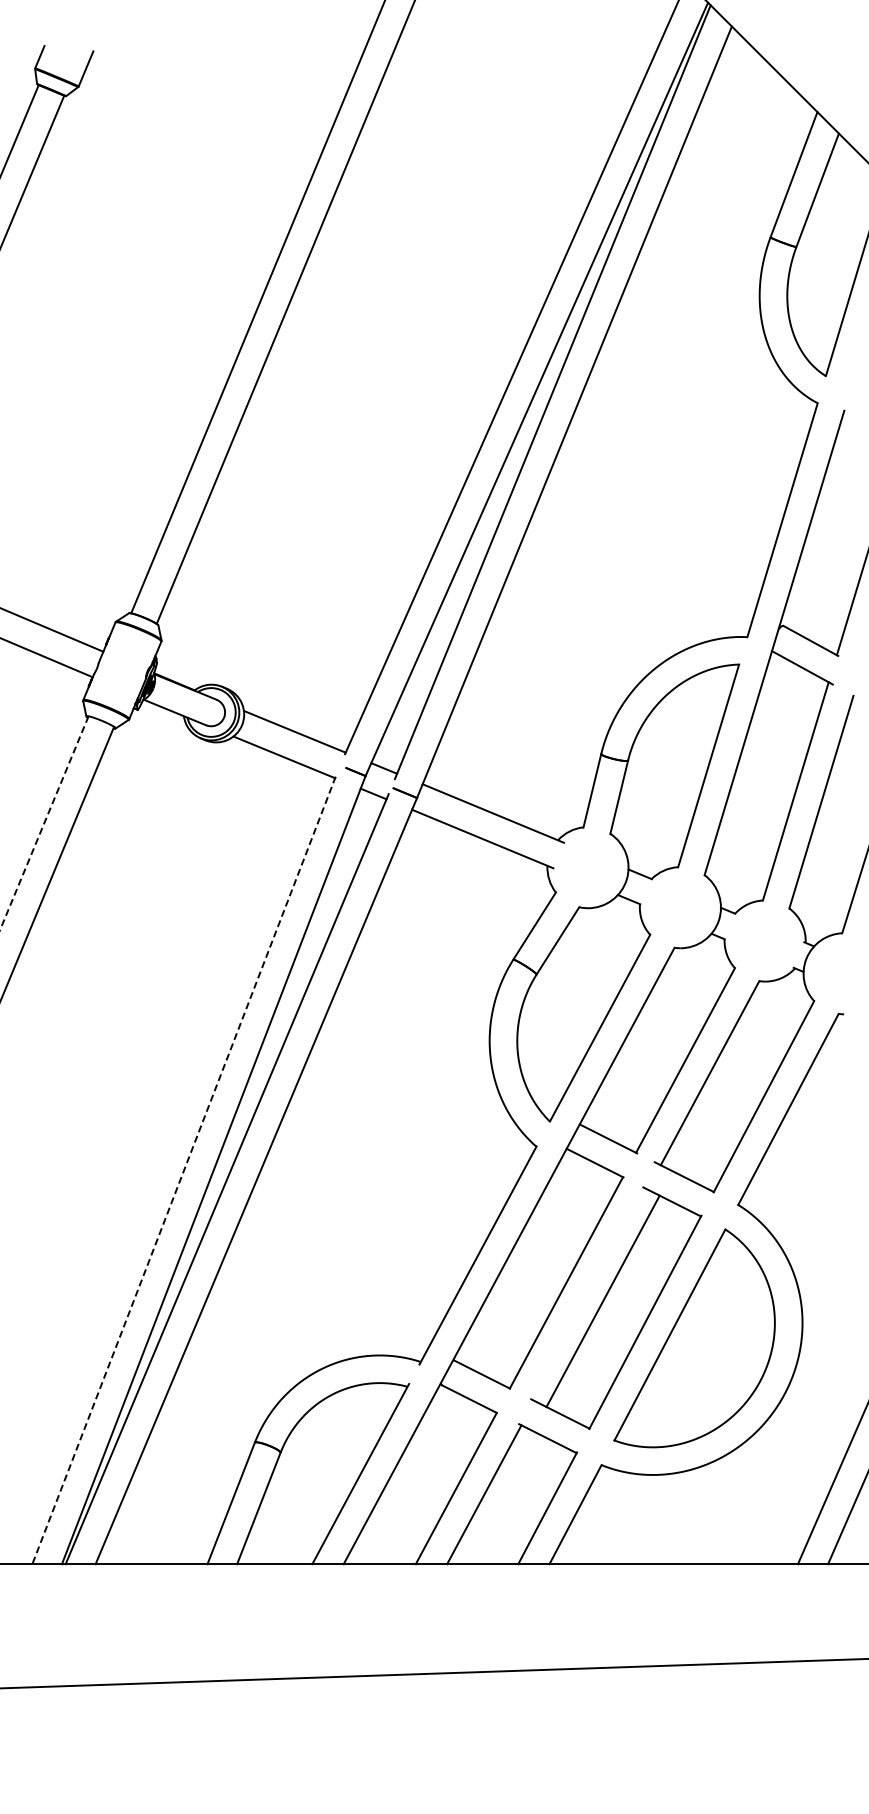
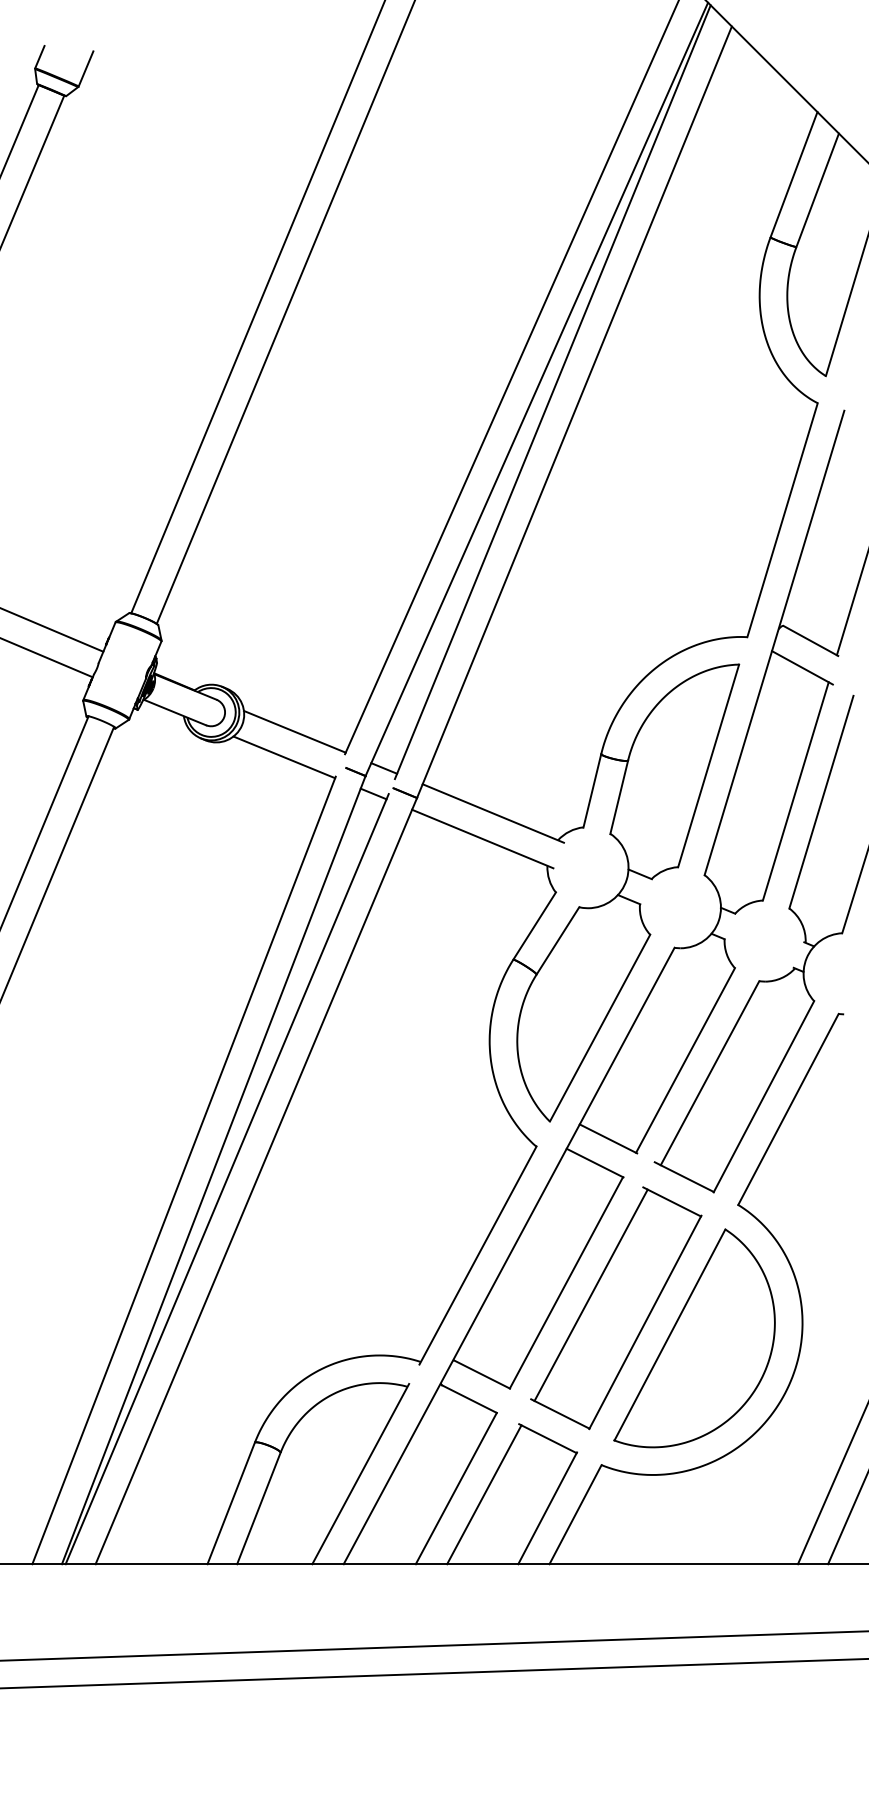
line at (44, 823): dashed -> solid
line at (184, 1170): dashed -> solid
line at (602, 1300) position: (602, 1300) -> (590, 1294)
line at (433, 1645): none -> present
